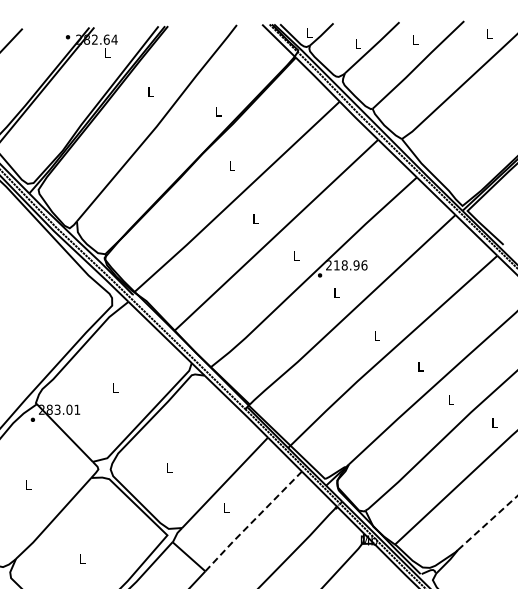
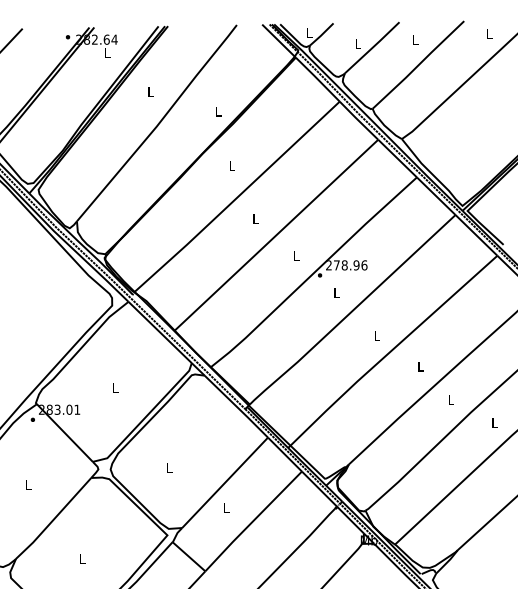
text at (336, 265): 218.96 -> 278.96
line at (252, 521): dashed -> solid
line at (488, 522): dashed -> solid
